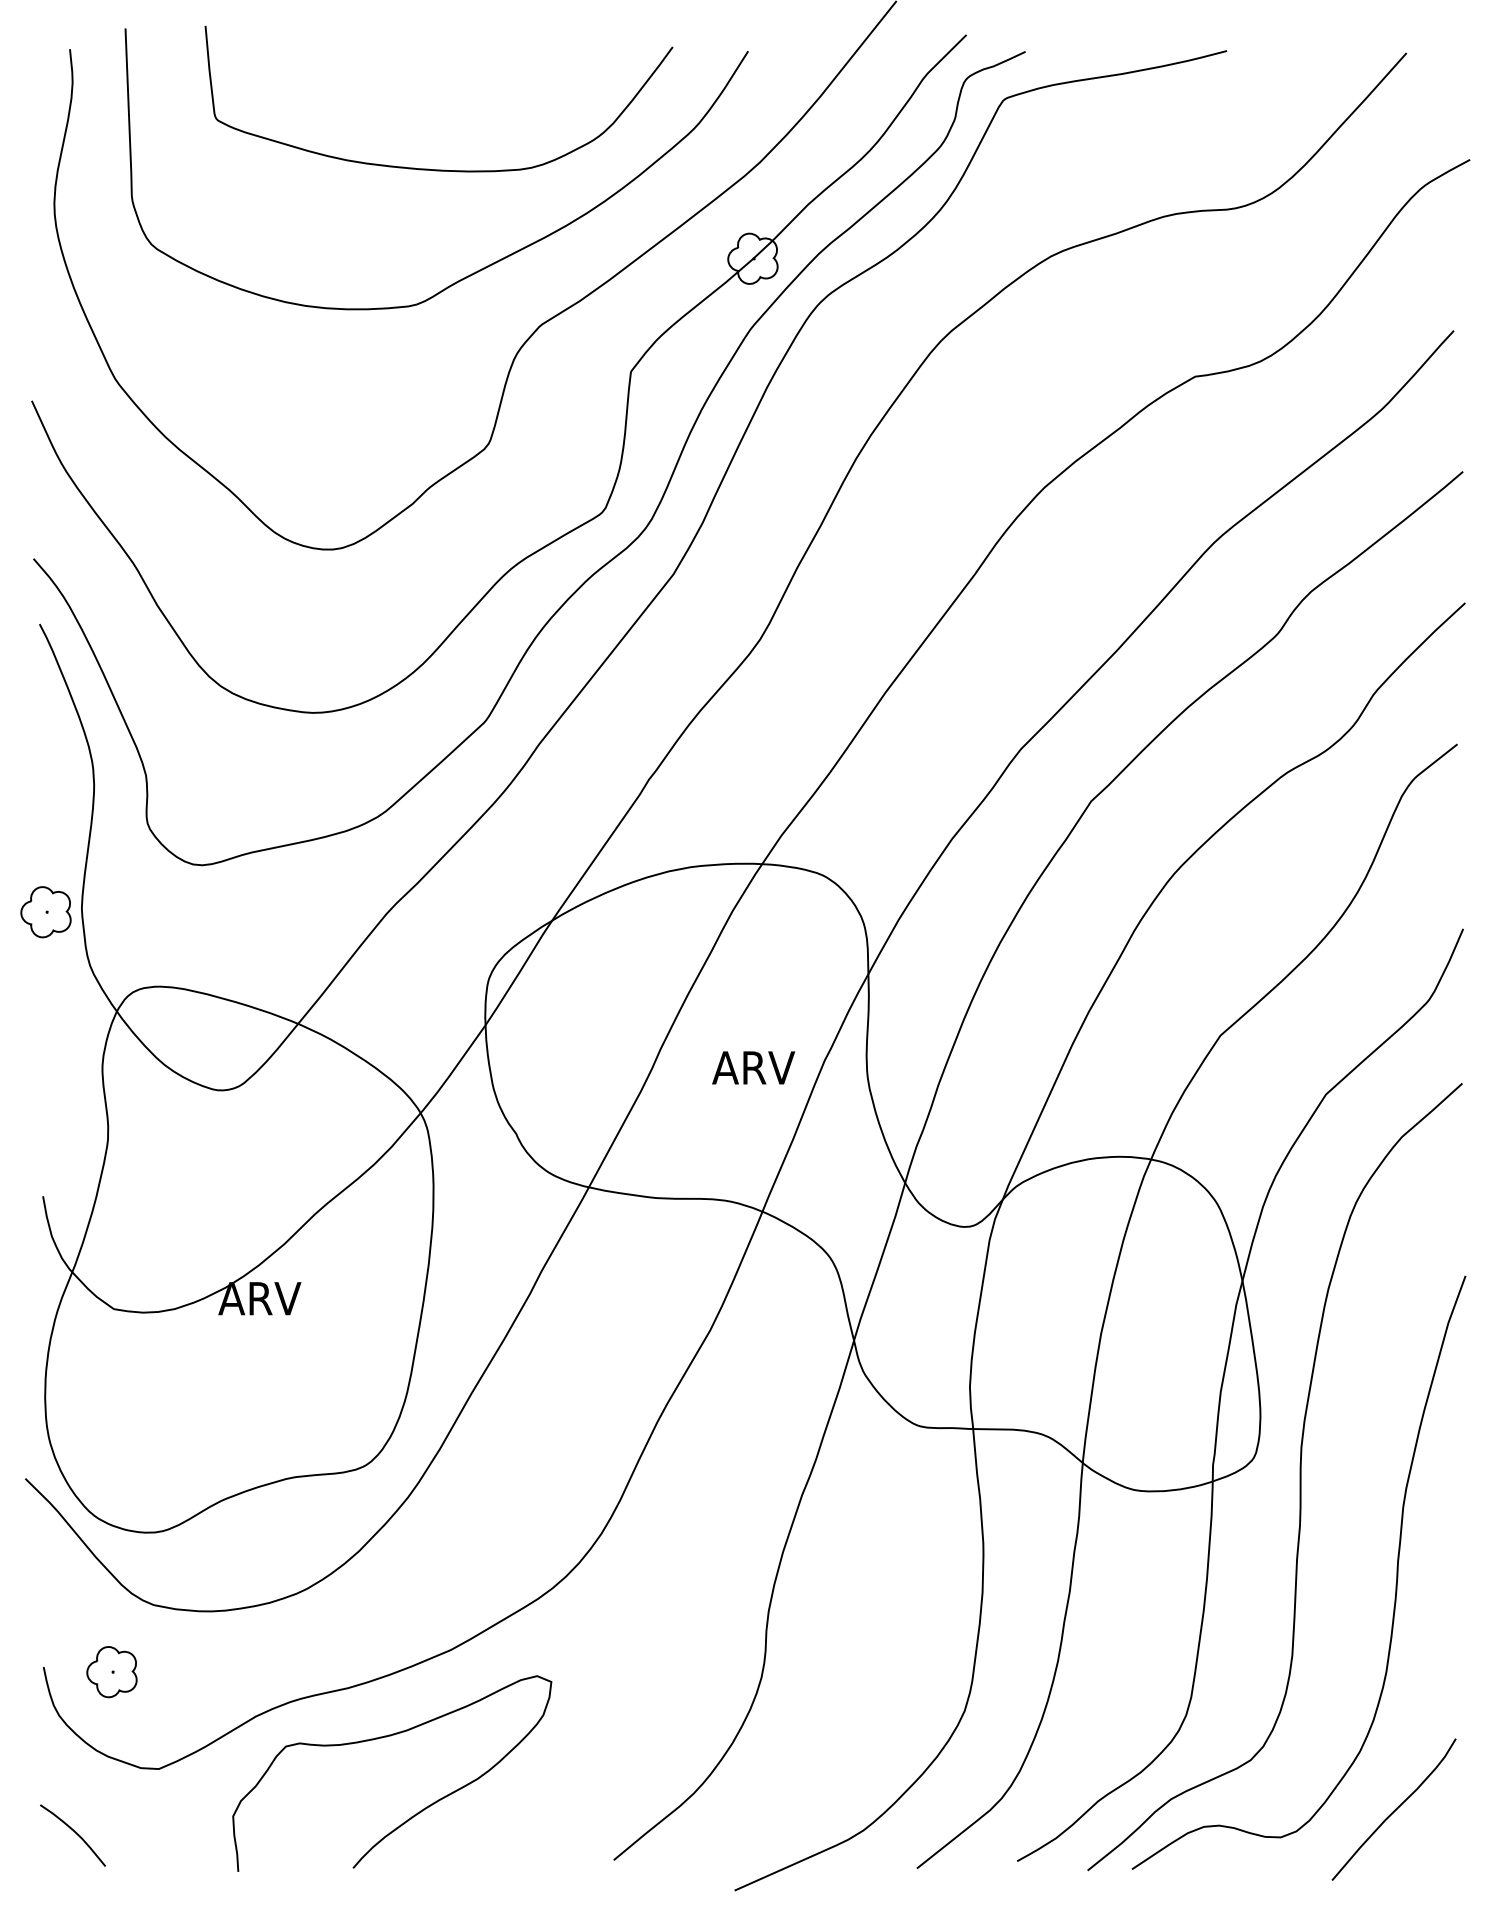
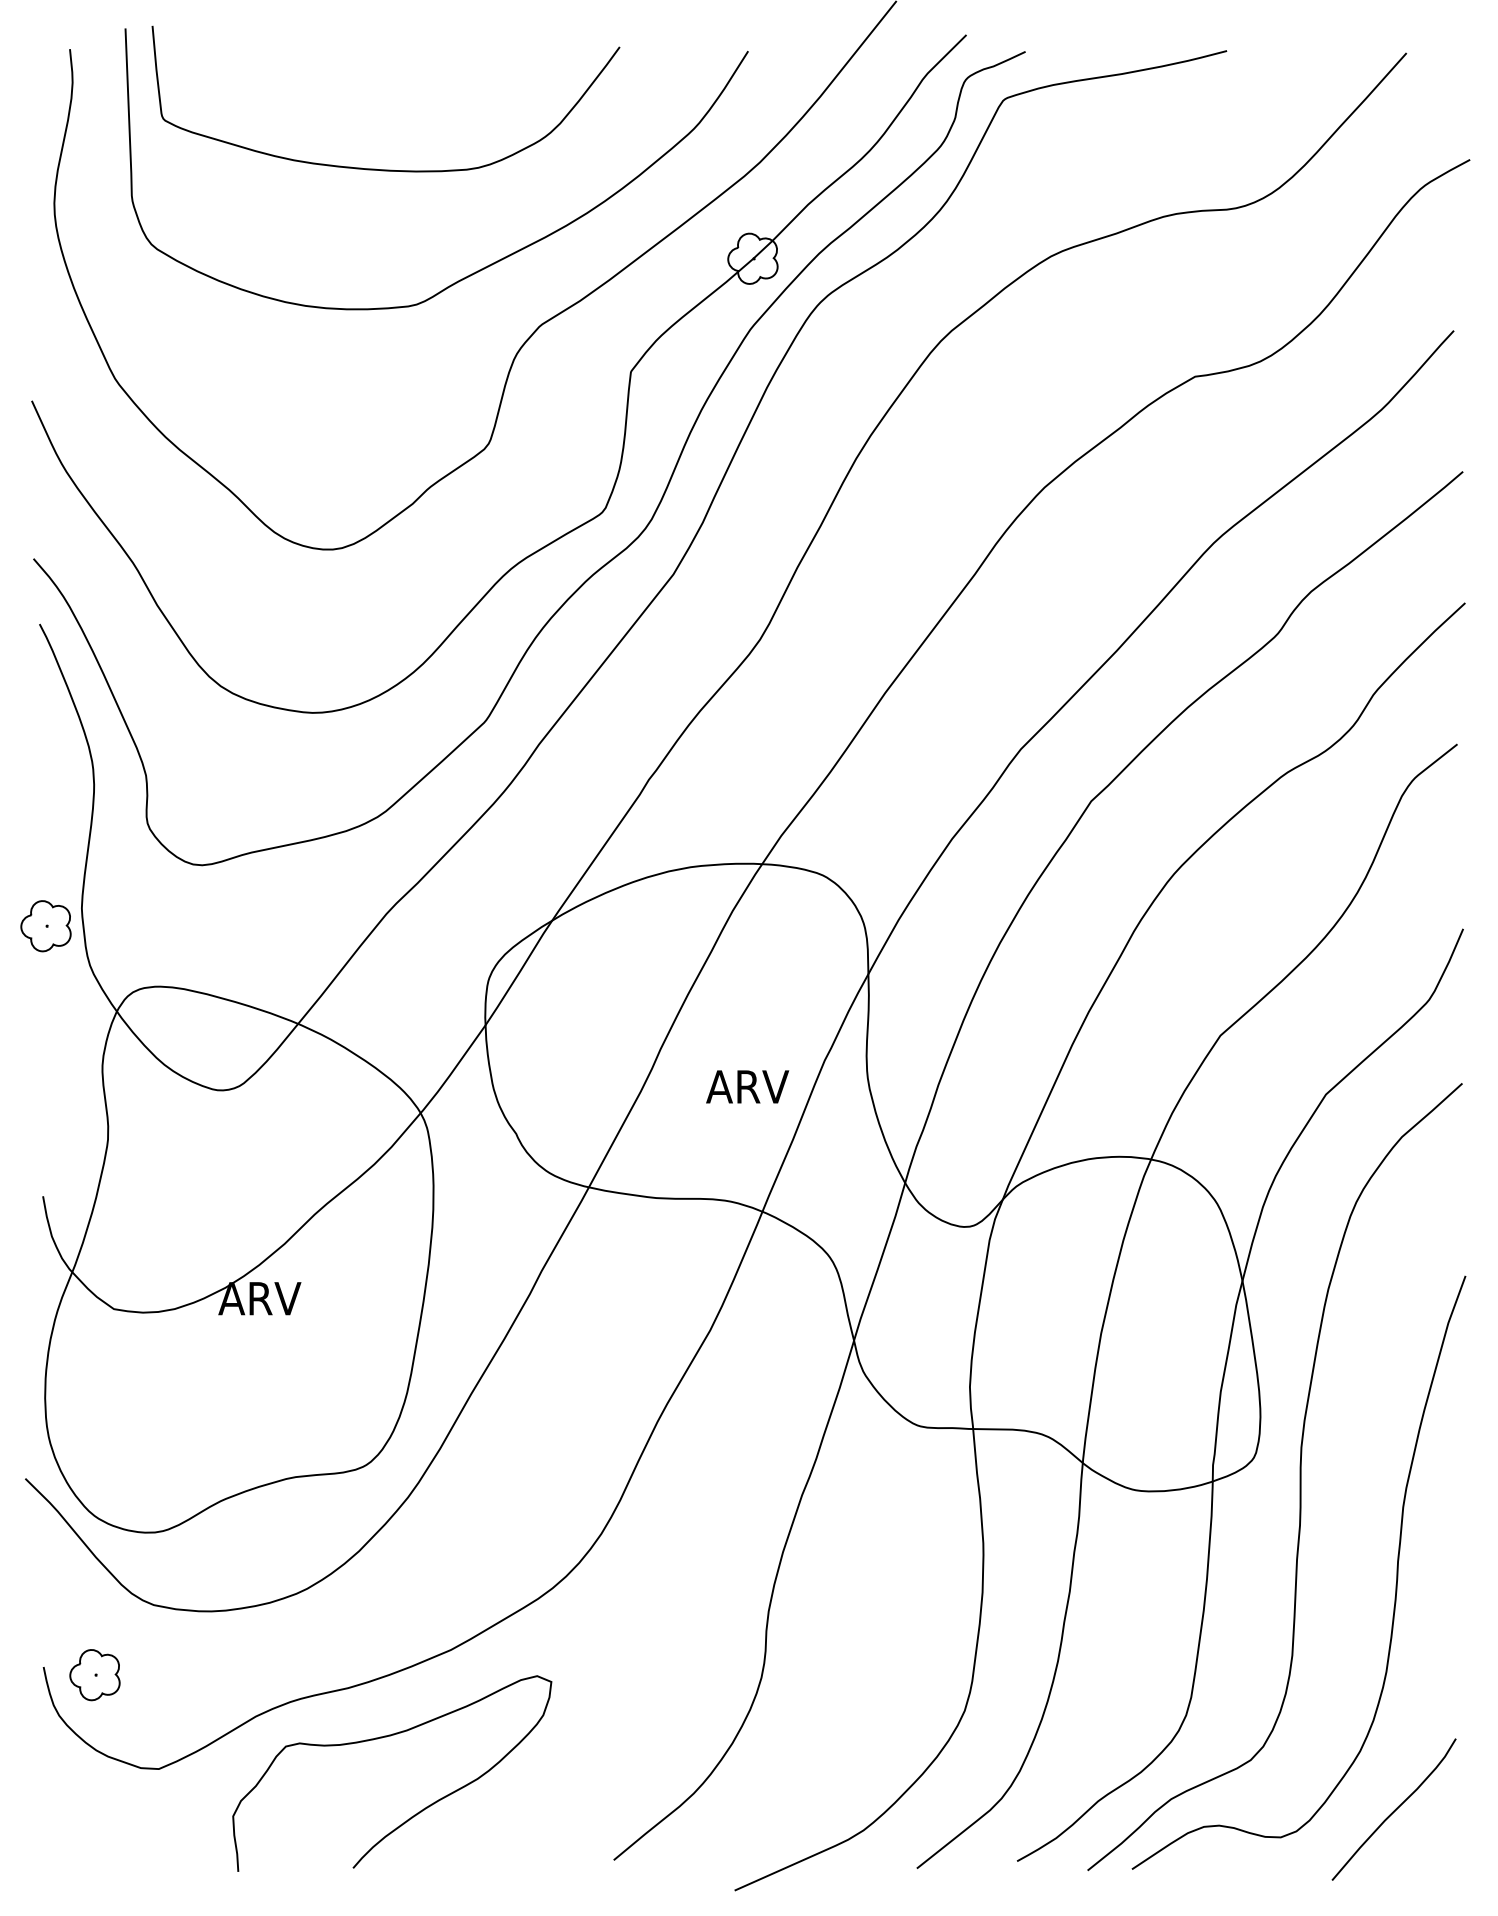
curve at (428, 168) position: (428, 168) -> (375, 168)
part at (45, 912) position: (45, 912) -> (45, 926)
text at (753, 1067) position: (753, 1067) -> (747, 1086)
part at (111, 1672) position: (111, 1672) -> (94, 1675)
curve at (74, 1832): present -> none
